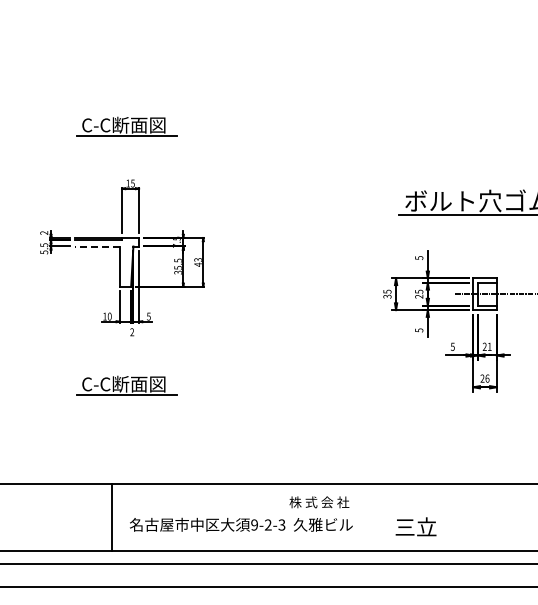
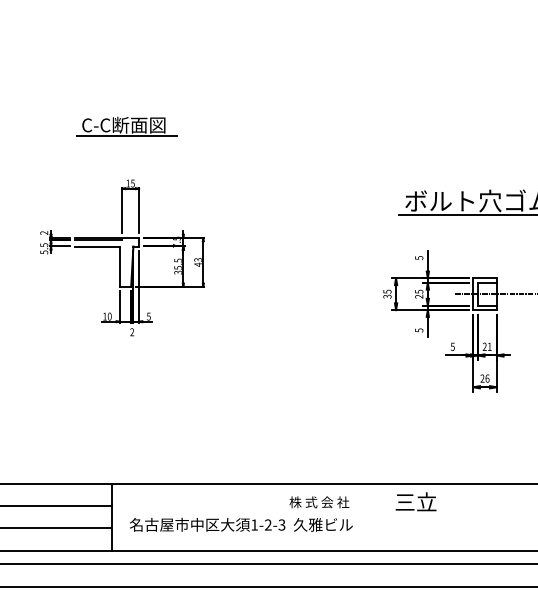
line at (96, 246): dashed -> solid
part at (126, 385): present -> none
line at (56, 506): none -> present
text at (254, 524): 9-2-3 -> 1-2-3
text at (415, 526) position: (415, 526) -> (415, 501)
line at (56, 528): none -> present
